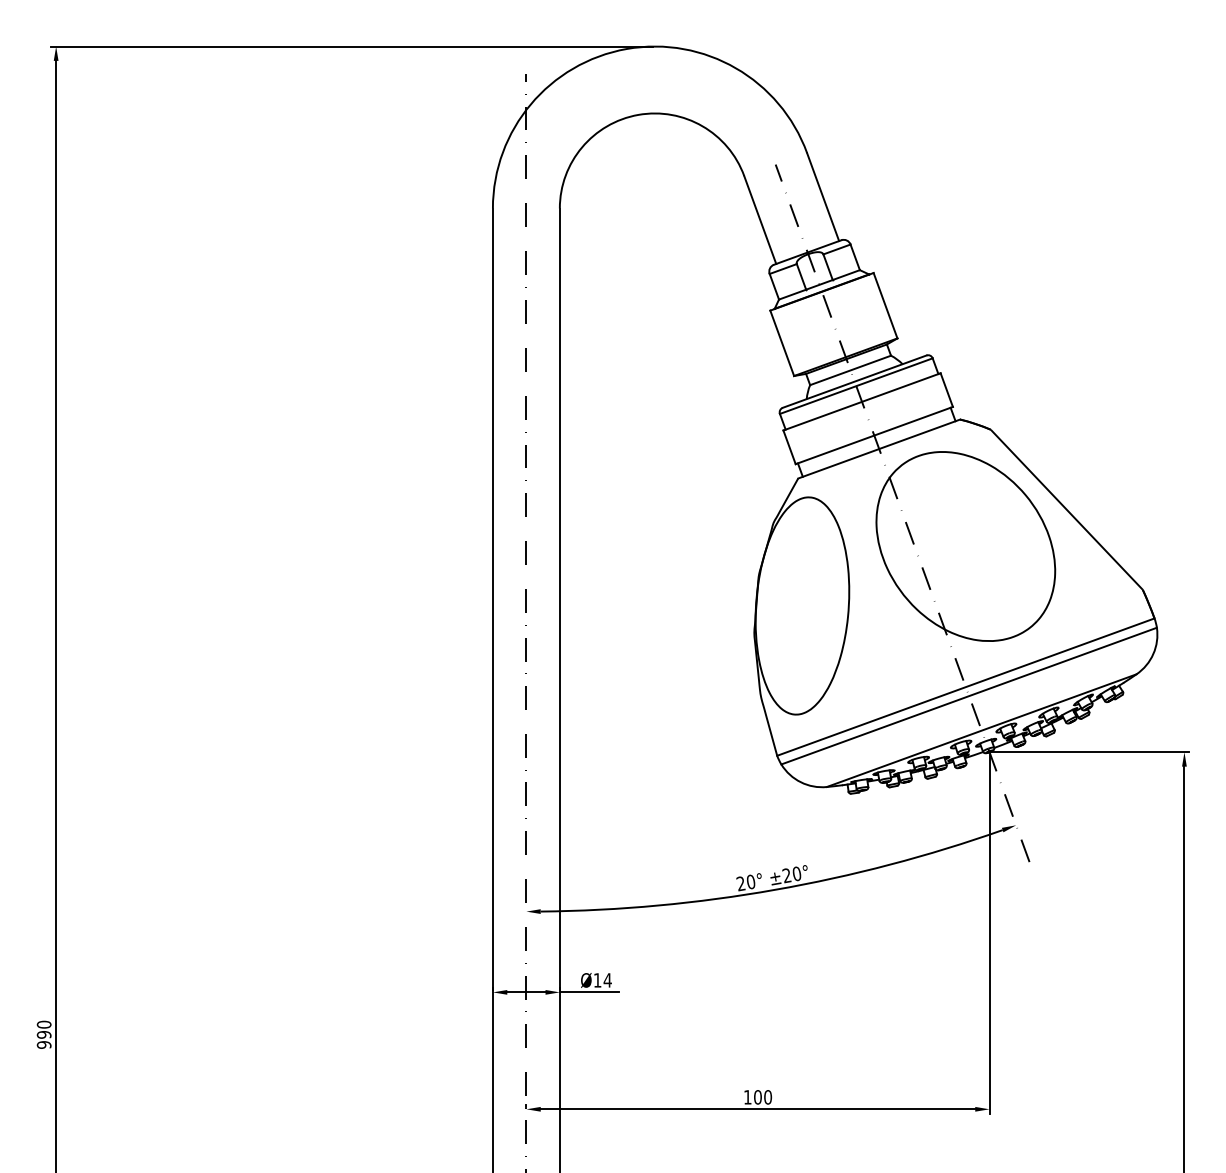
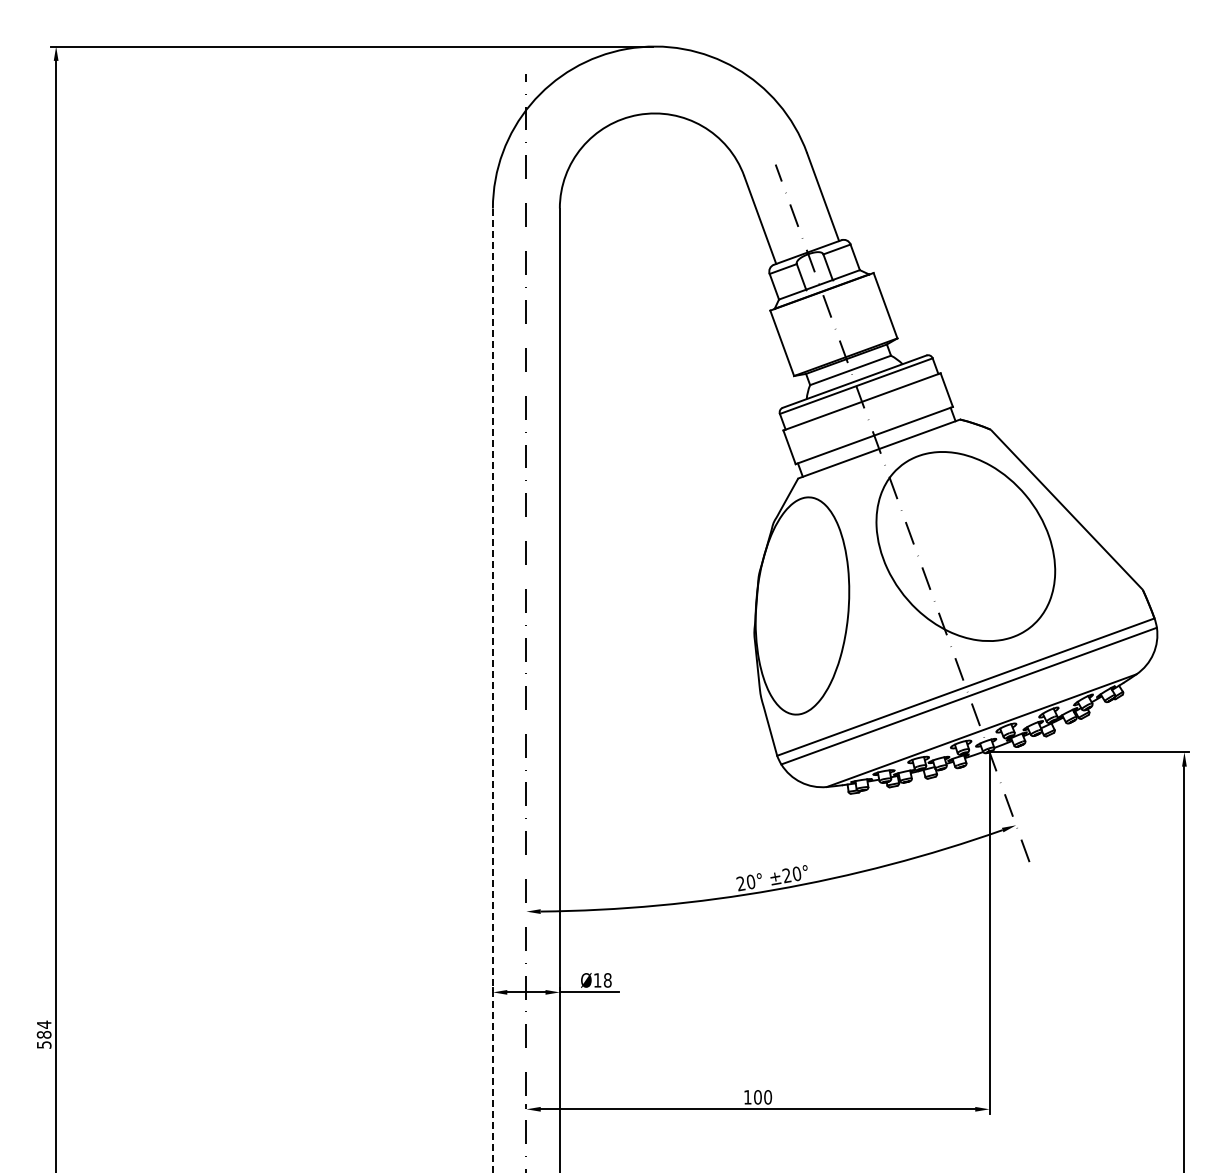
line at (492, 691): solid -> dashed
text at (607, 980): Ø14 -> Ø18
text at (43, 1034): 990 -> 584
